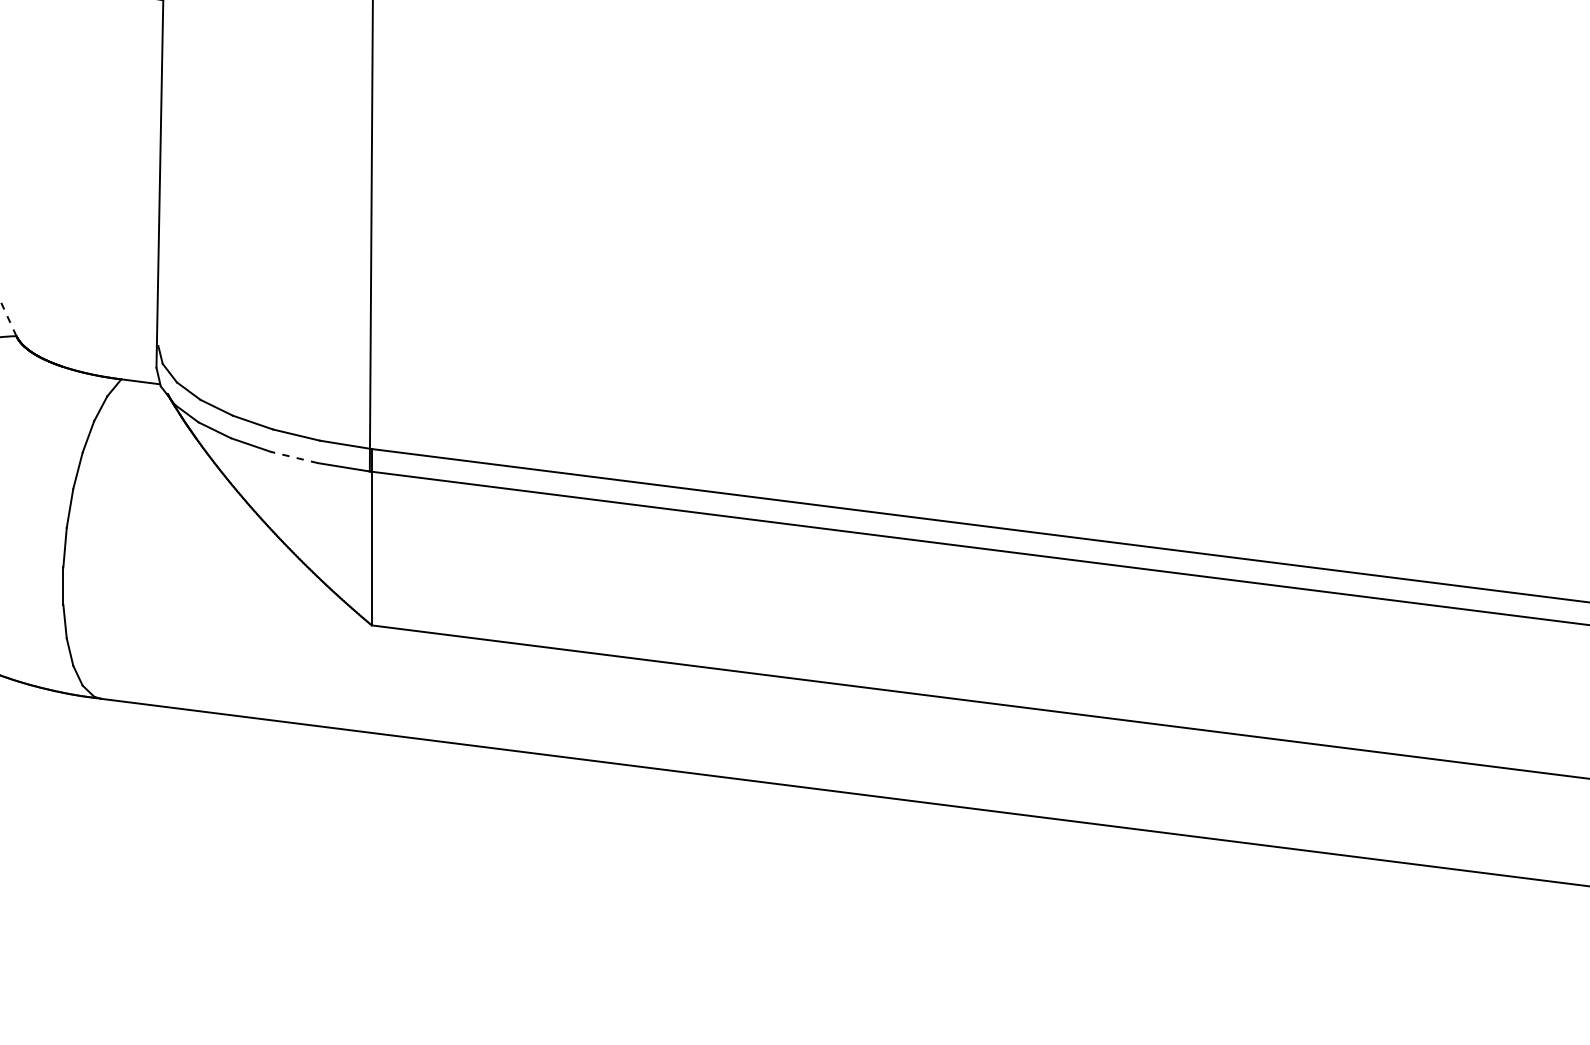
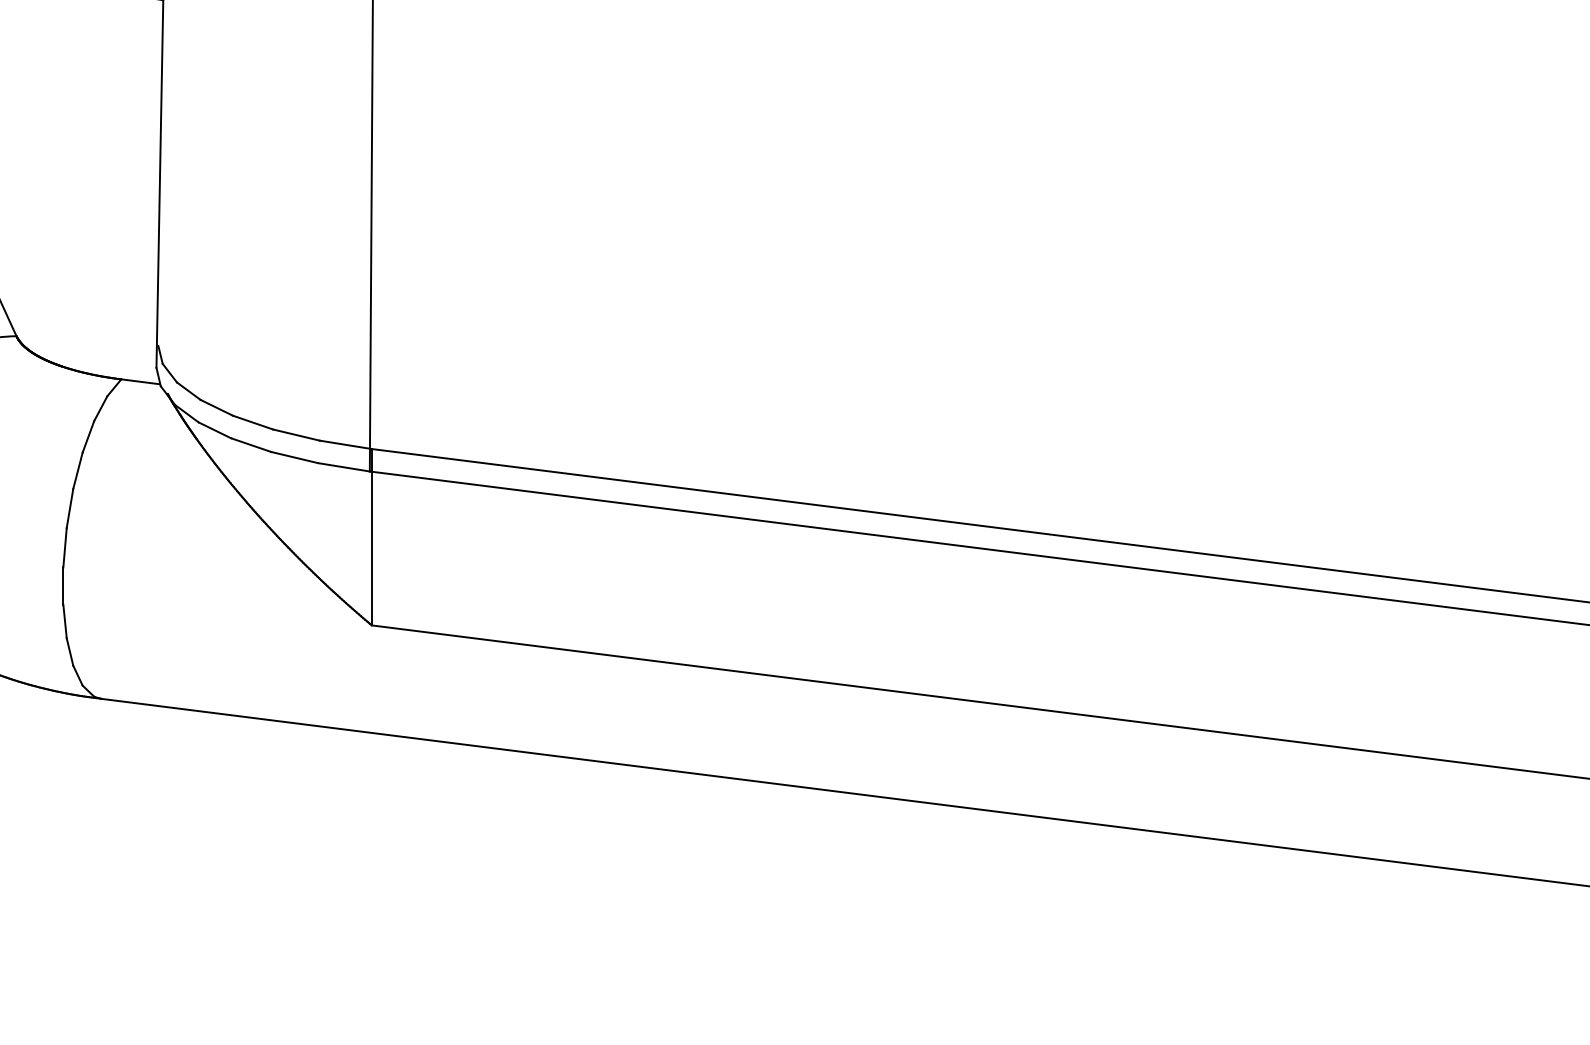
line at (8, 318): dashed -> solid
line at (294, 457): dashed -> solid
